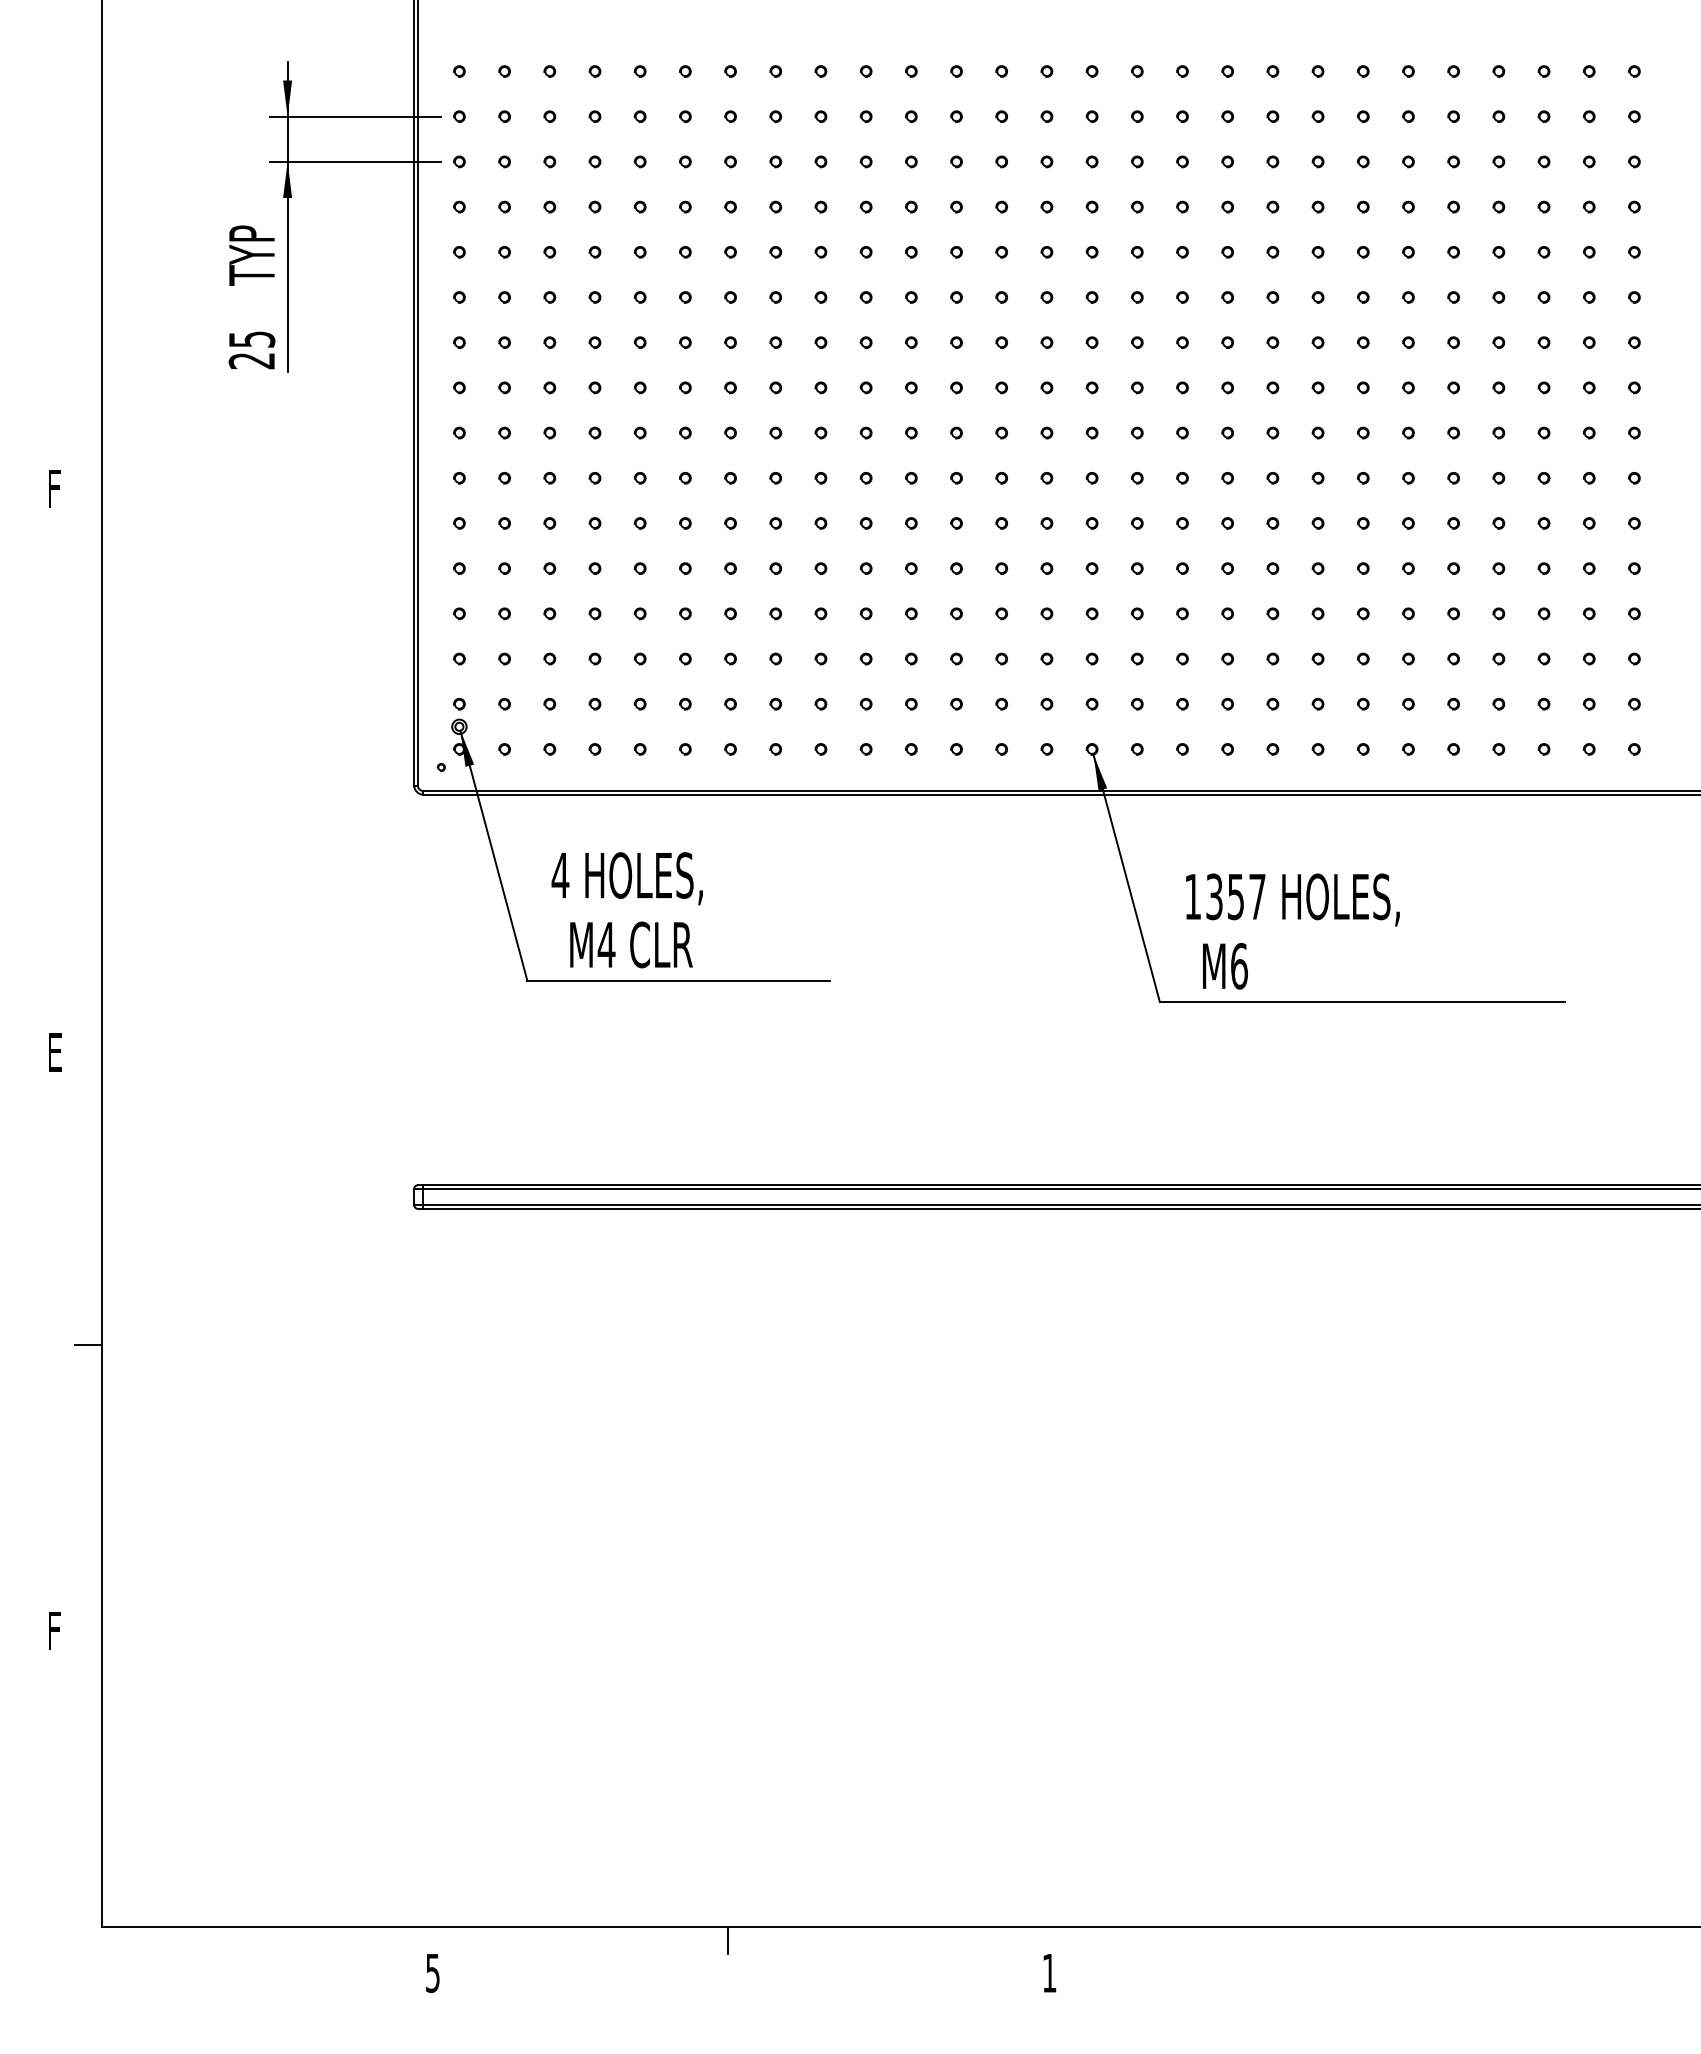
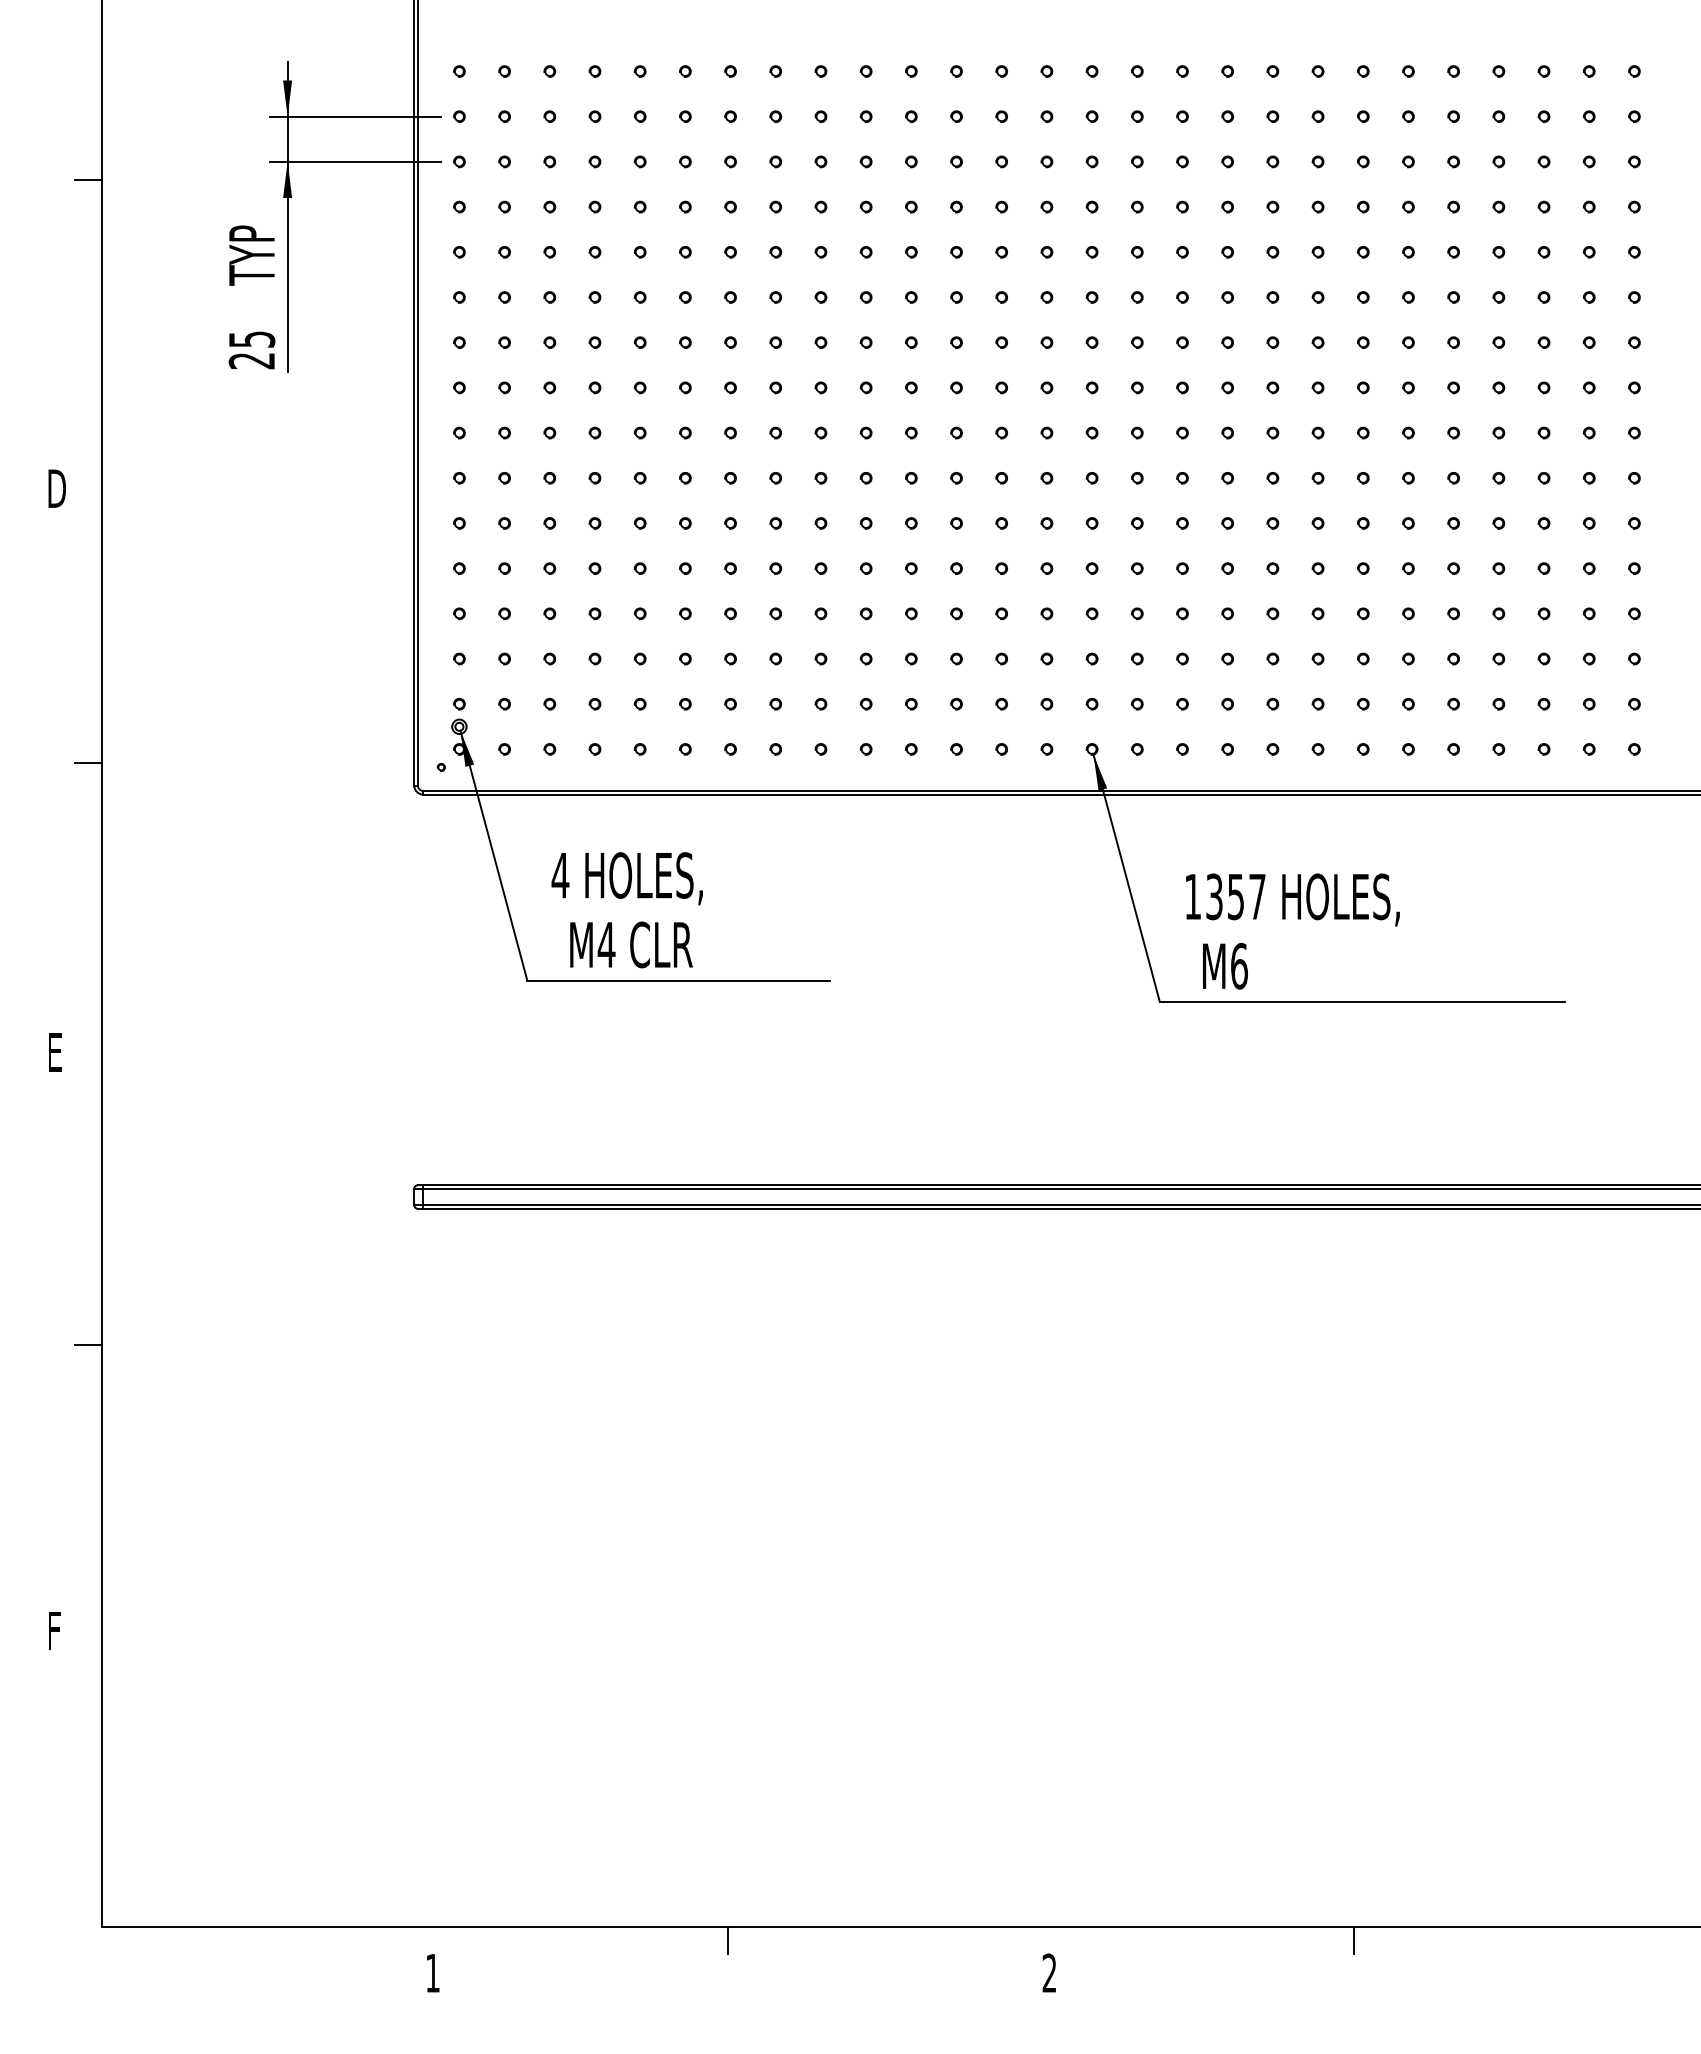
line at (87, 180): none -> present
text at (56, 488): F -> D
line at (87, 762): none -> present
line at (1353, 1940): none -> present
text at (1049, 1972): 1 -> 2
text at (432, 1973): 5 -> 1
